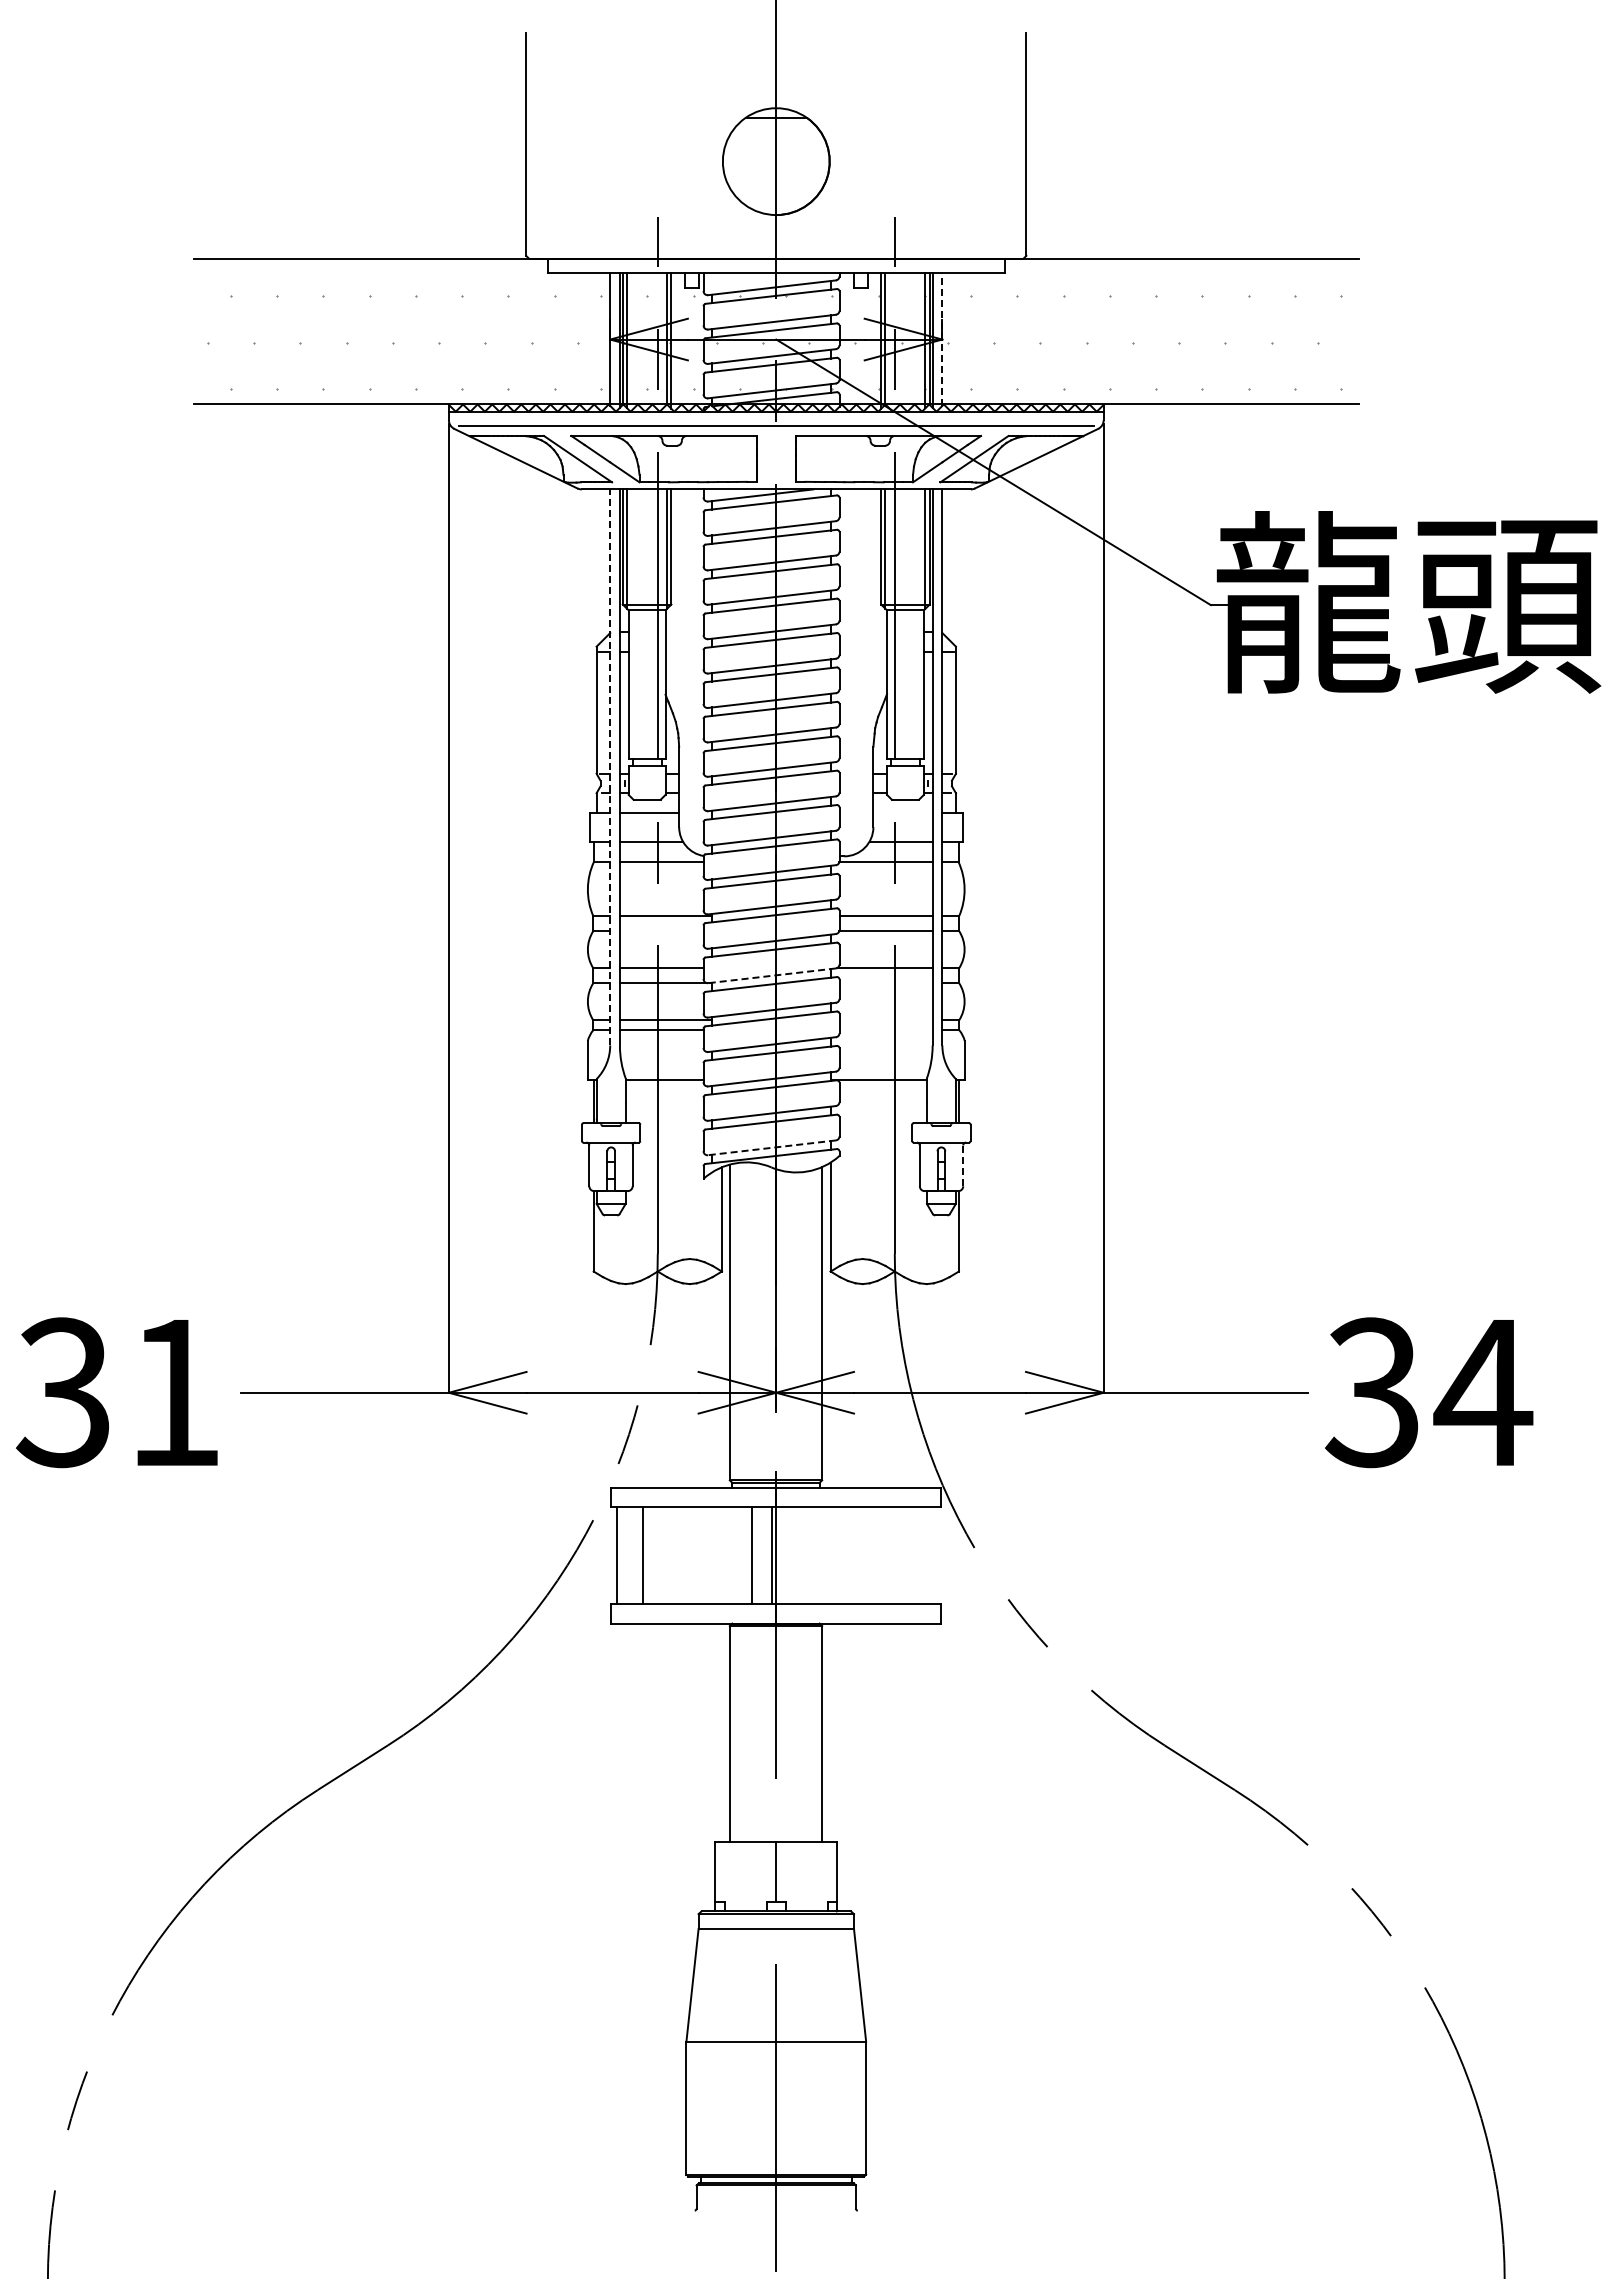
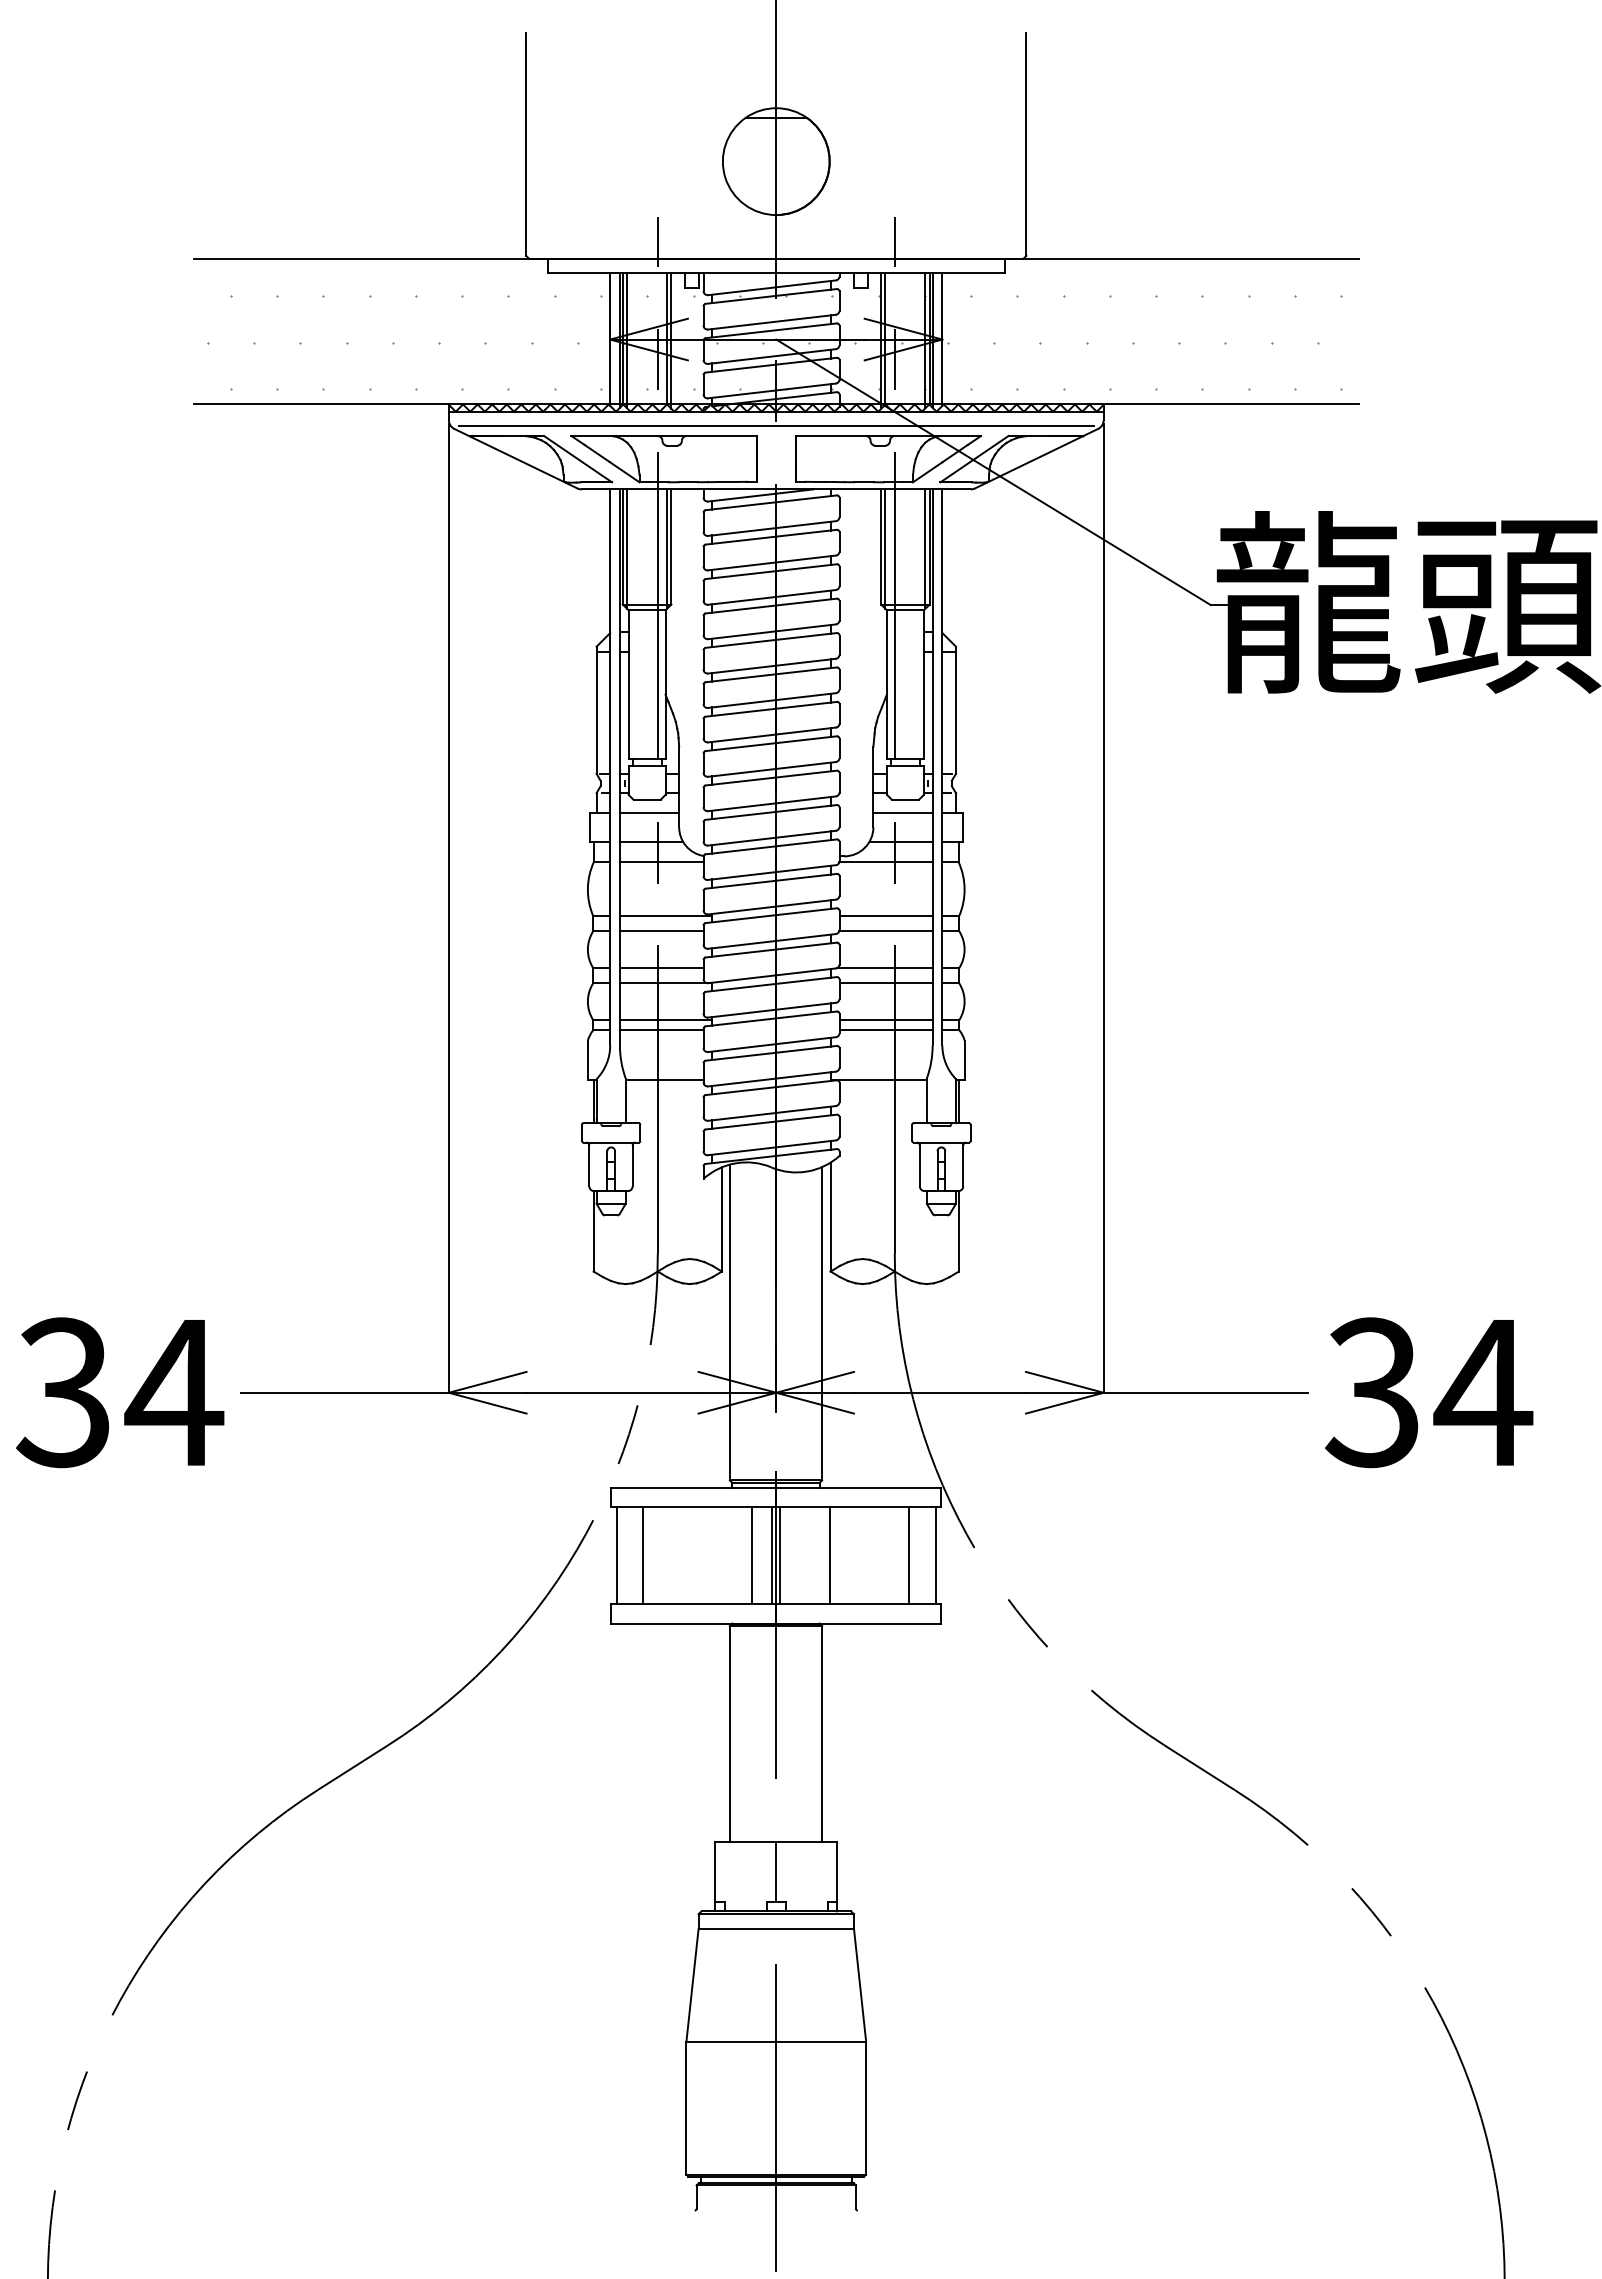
line at (942, 339): dashed -> solid
line at (610, 766): dashed -> solid
line at (902, 812): none -> present
line at (661, 931): none -> present
line at (771, 975): dashed -> solid
line at (885, 983): none -> present
line at (885, 1020): none -> present
line at (885, 1030): none -> present
line at (771, 1147): dashed -> solid
line at (963, 1165): dashed -> solid
text at (174, 1392): 31 -> 34
line at (780, 1555): none -> present
line at (829, 1555): none -> present
line at (909, 1555): none -> present
line at (935, 1555): none -> present
